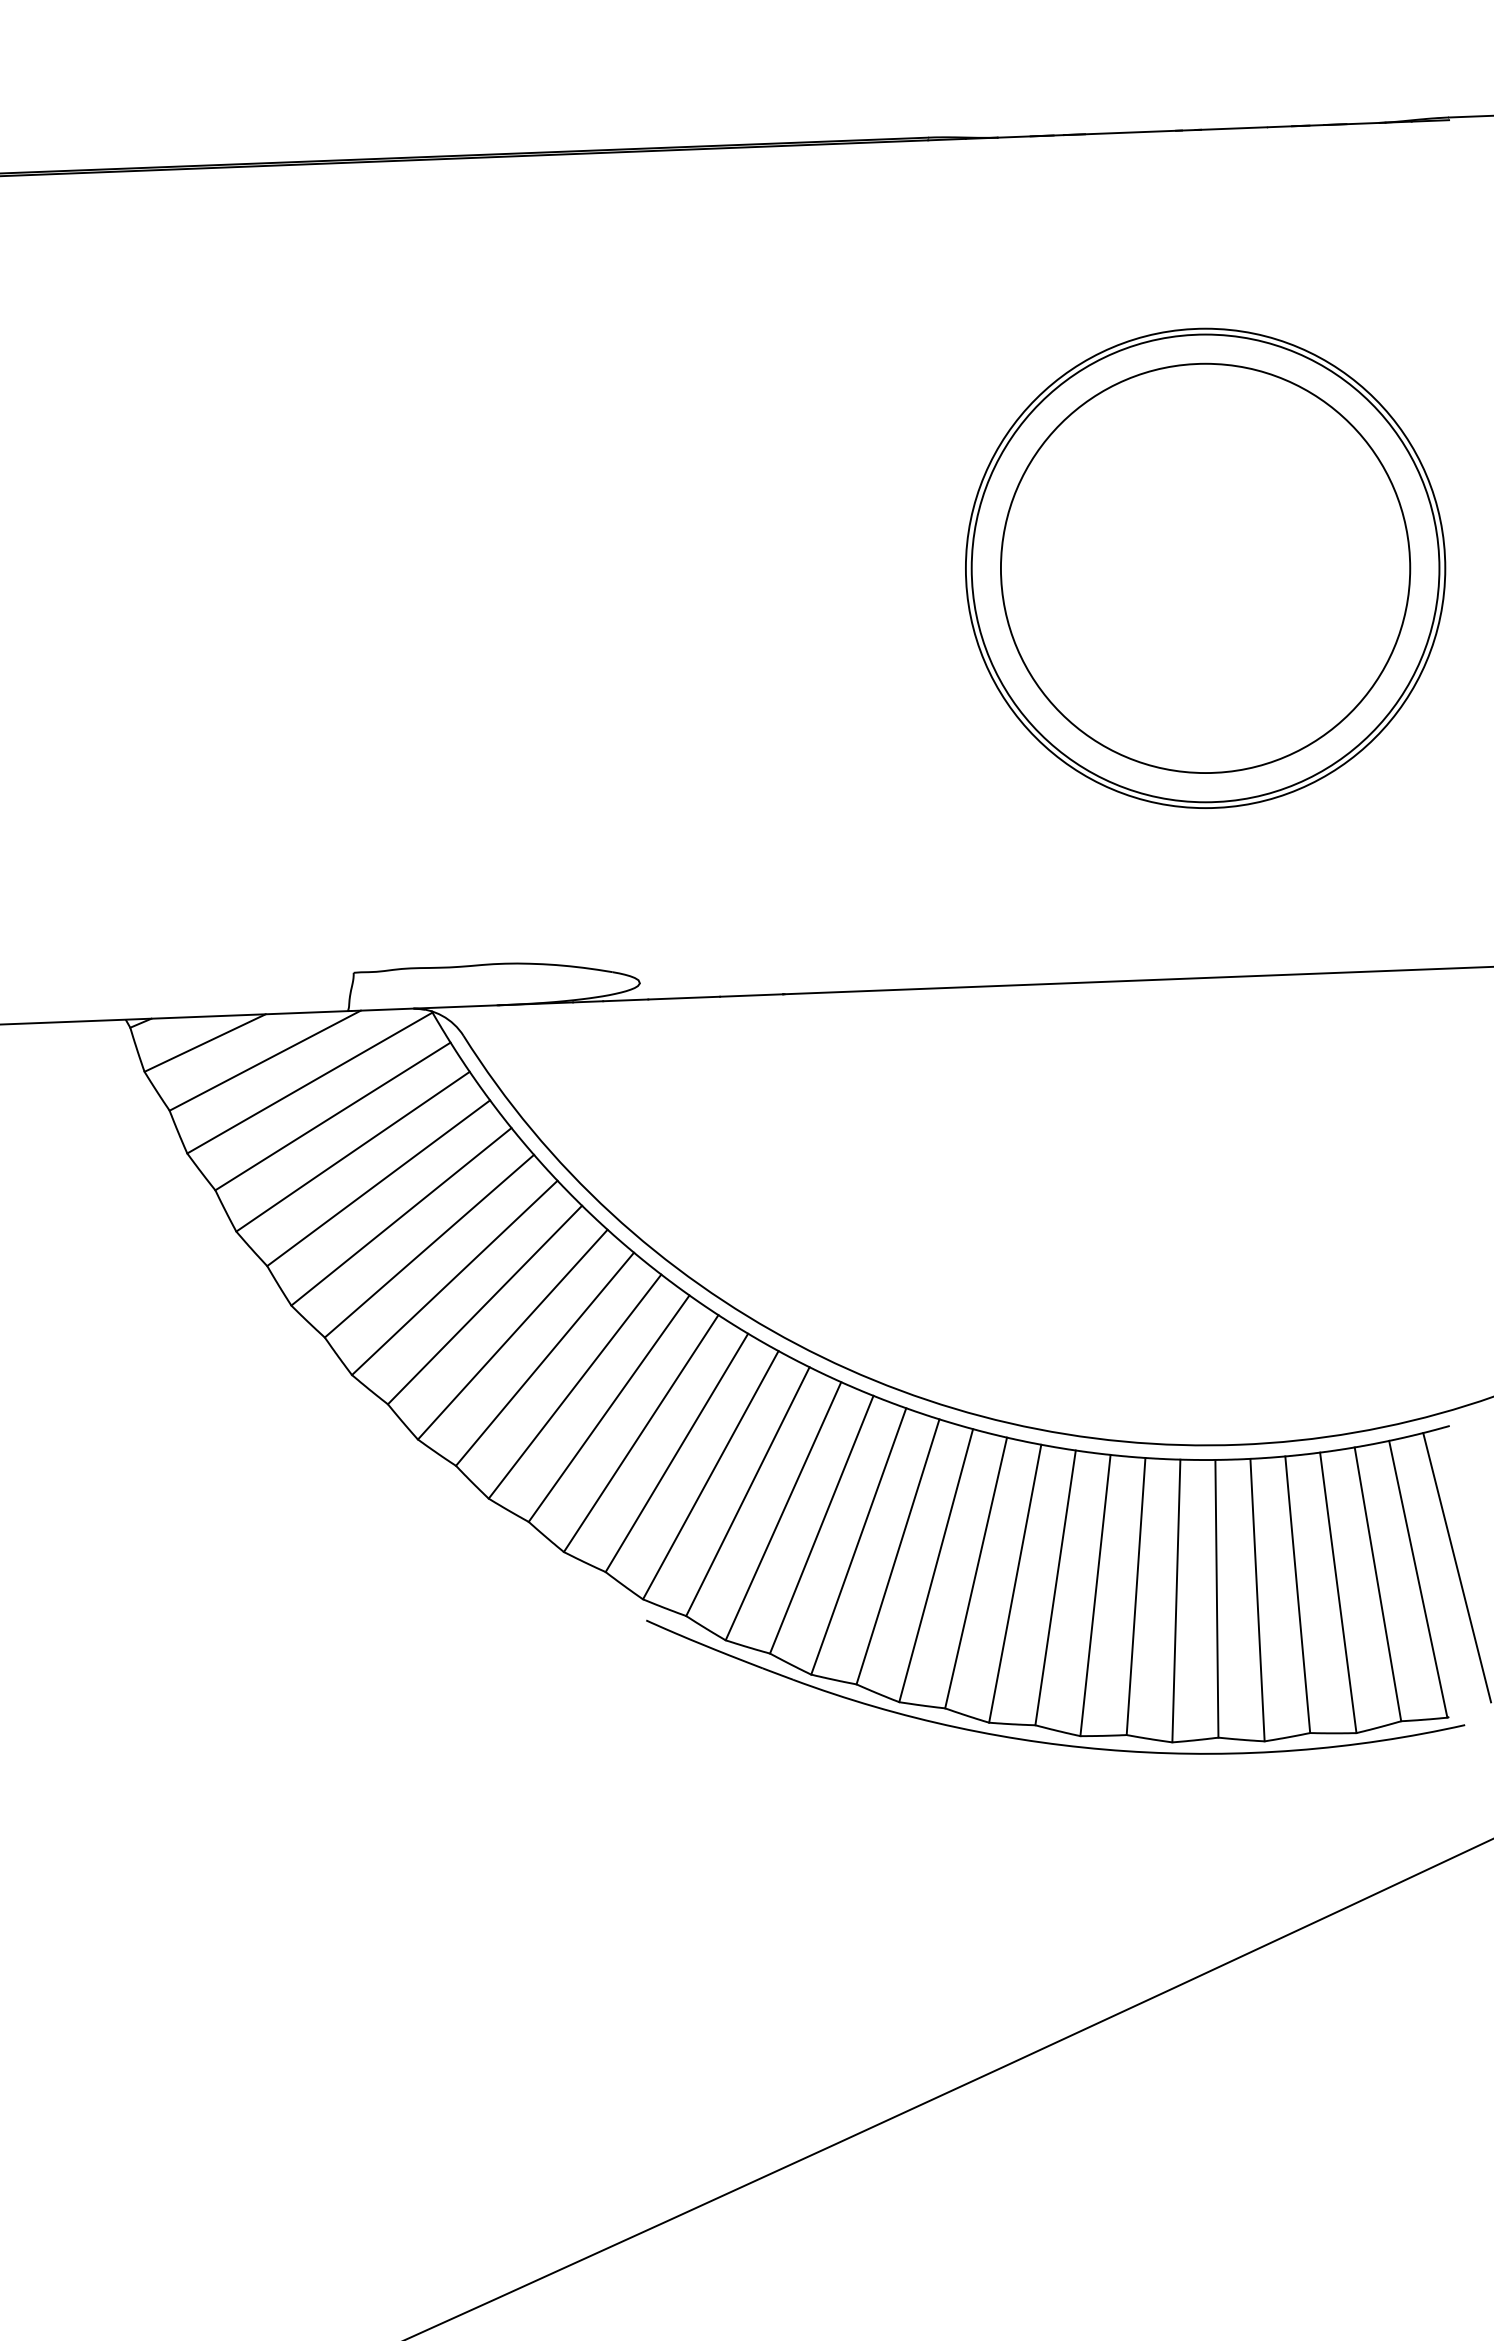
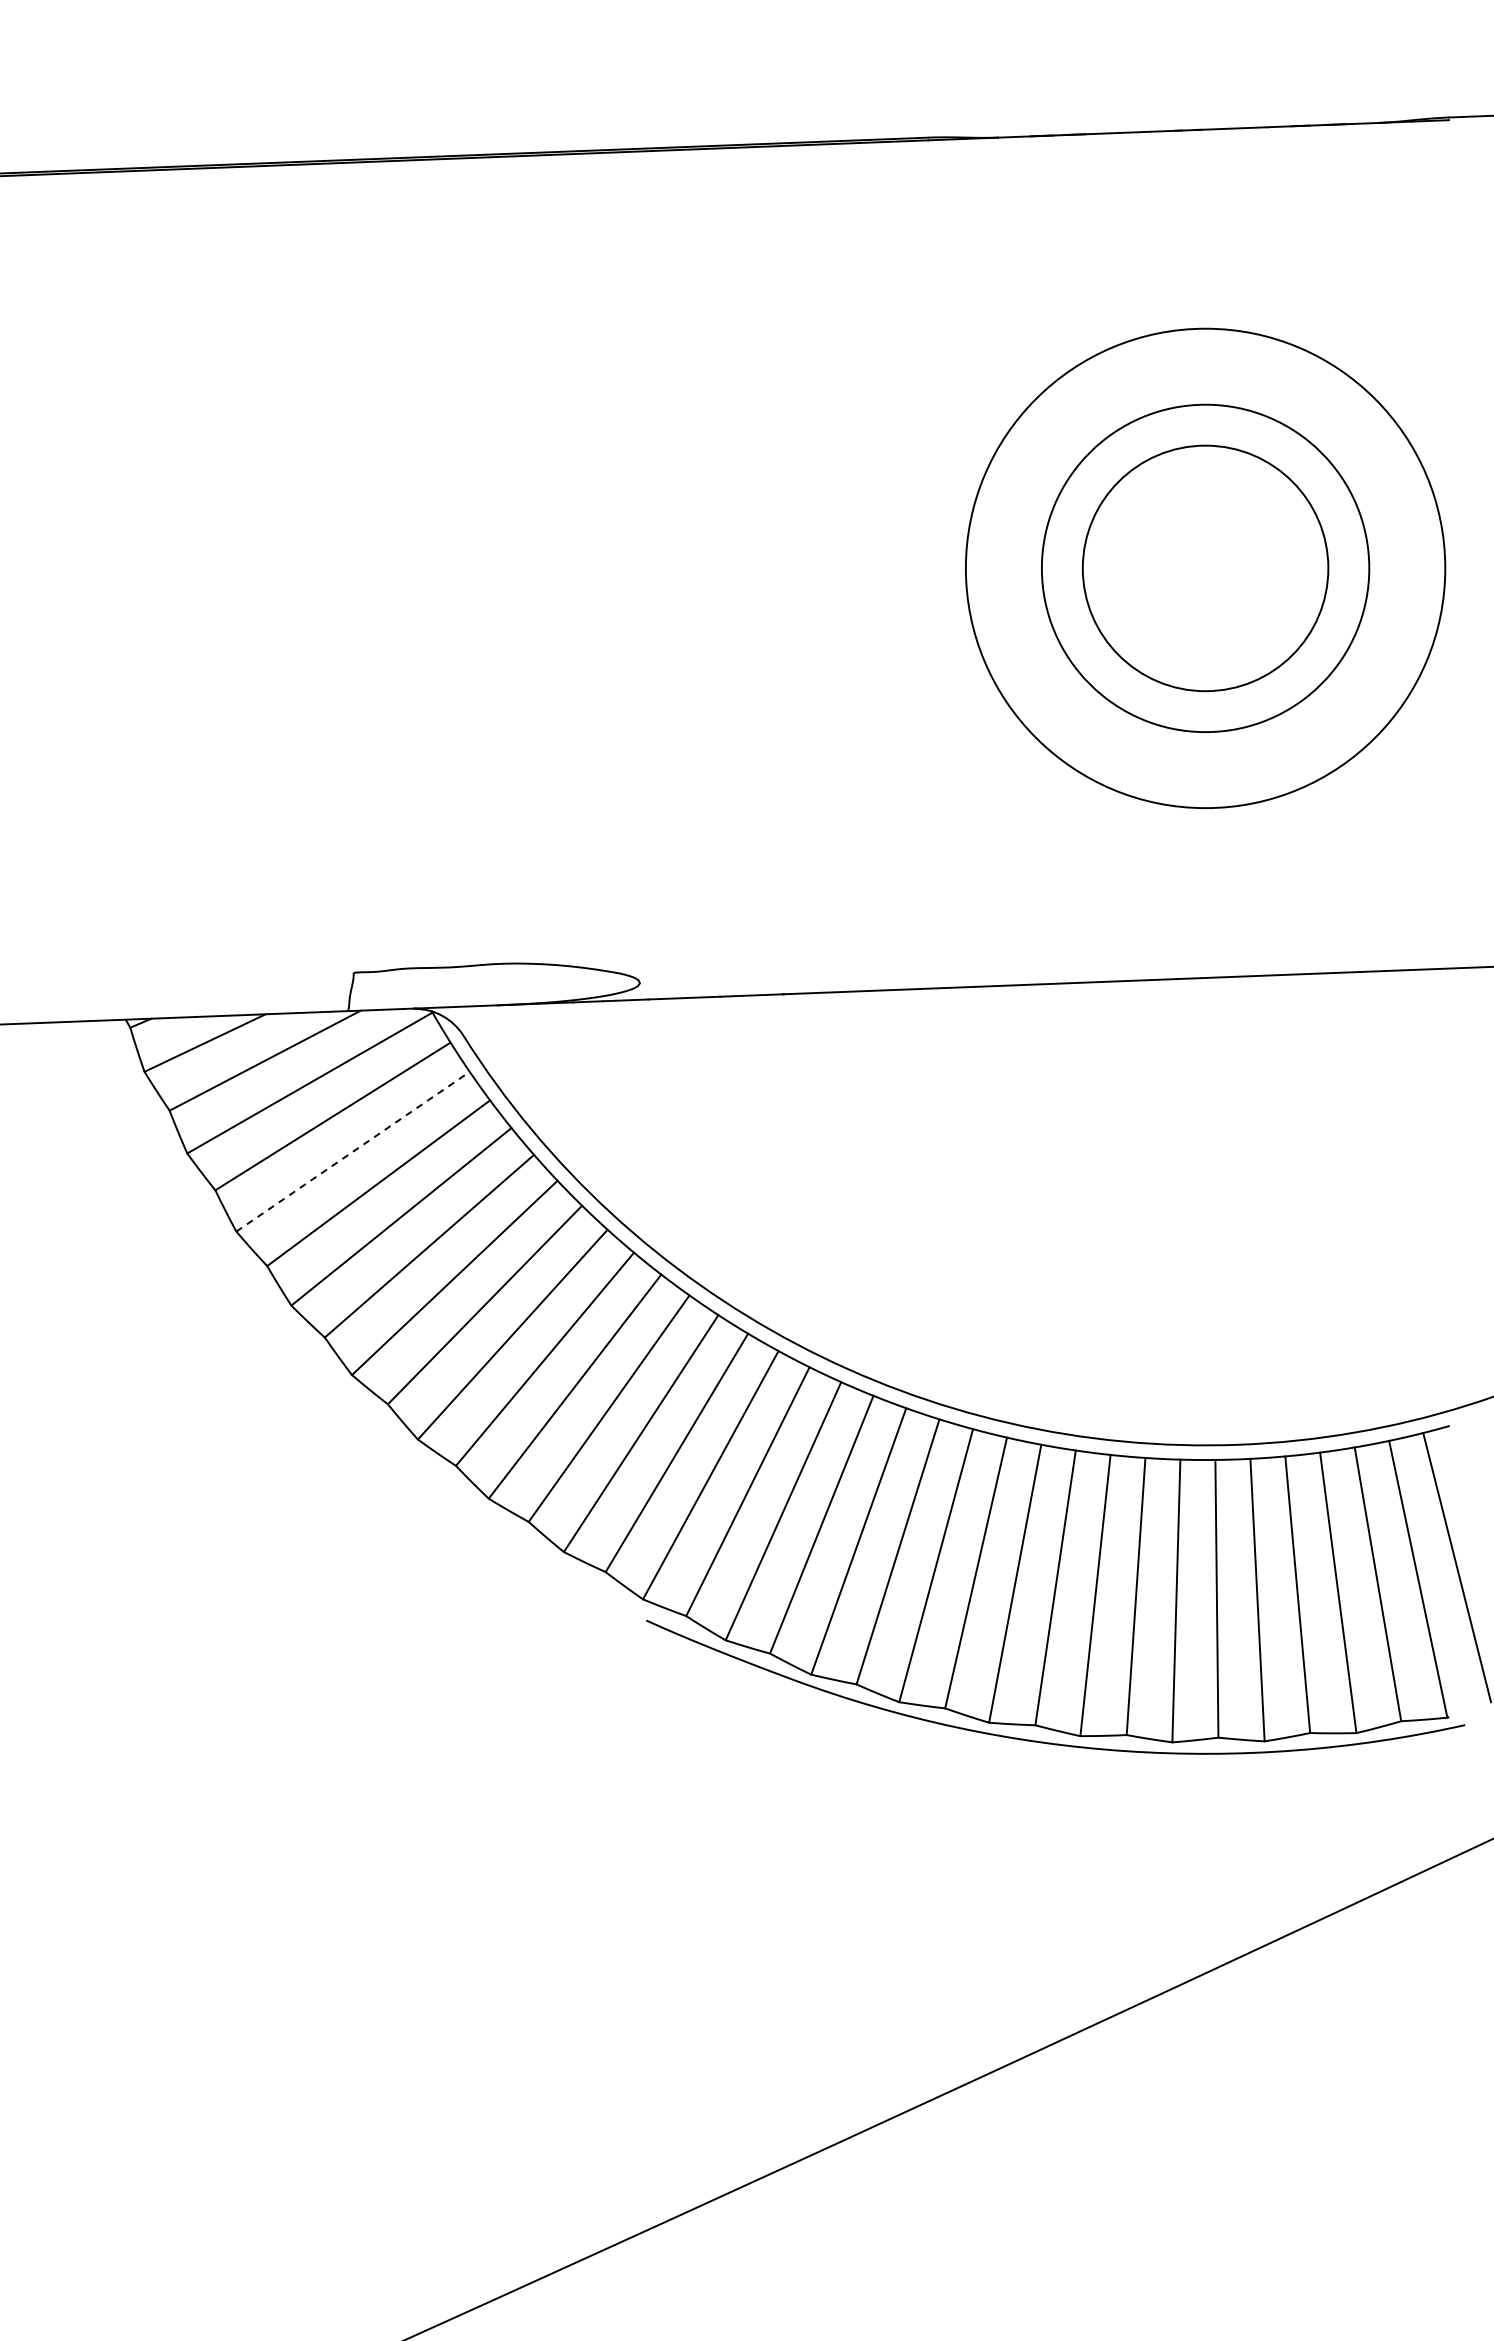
circle at (1205, 568) diameter: 409 px -> 246 px
circle at (1205, 568) diameter: 468 px -> 327 px
line at (353, 1151): solid -> dashed
